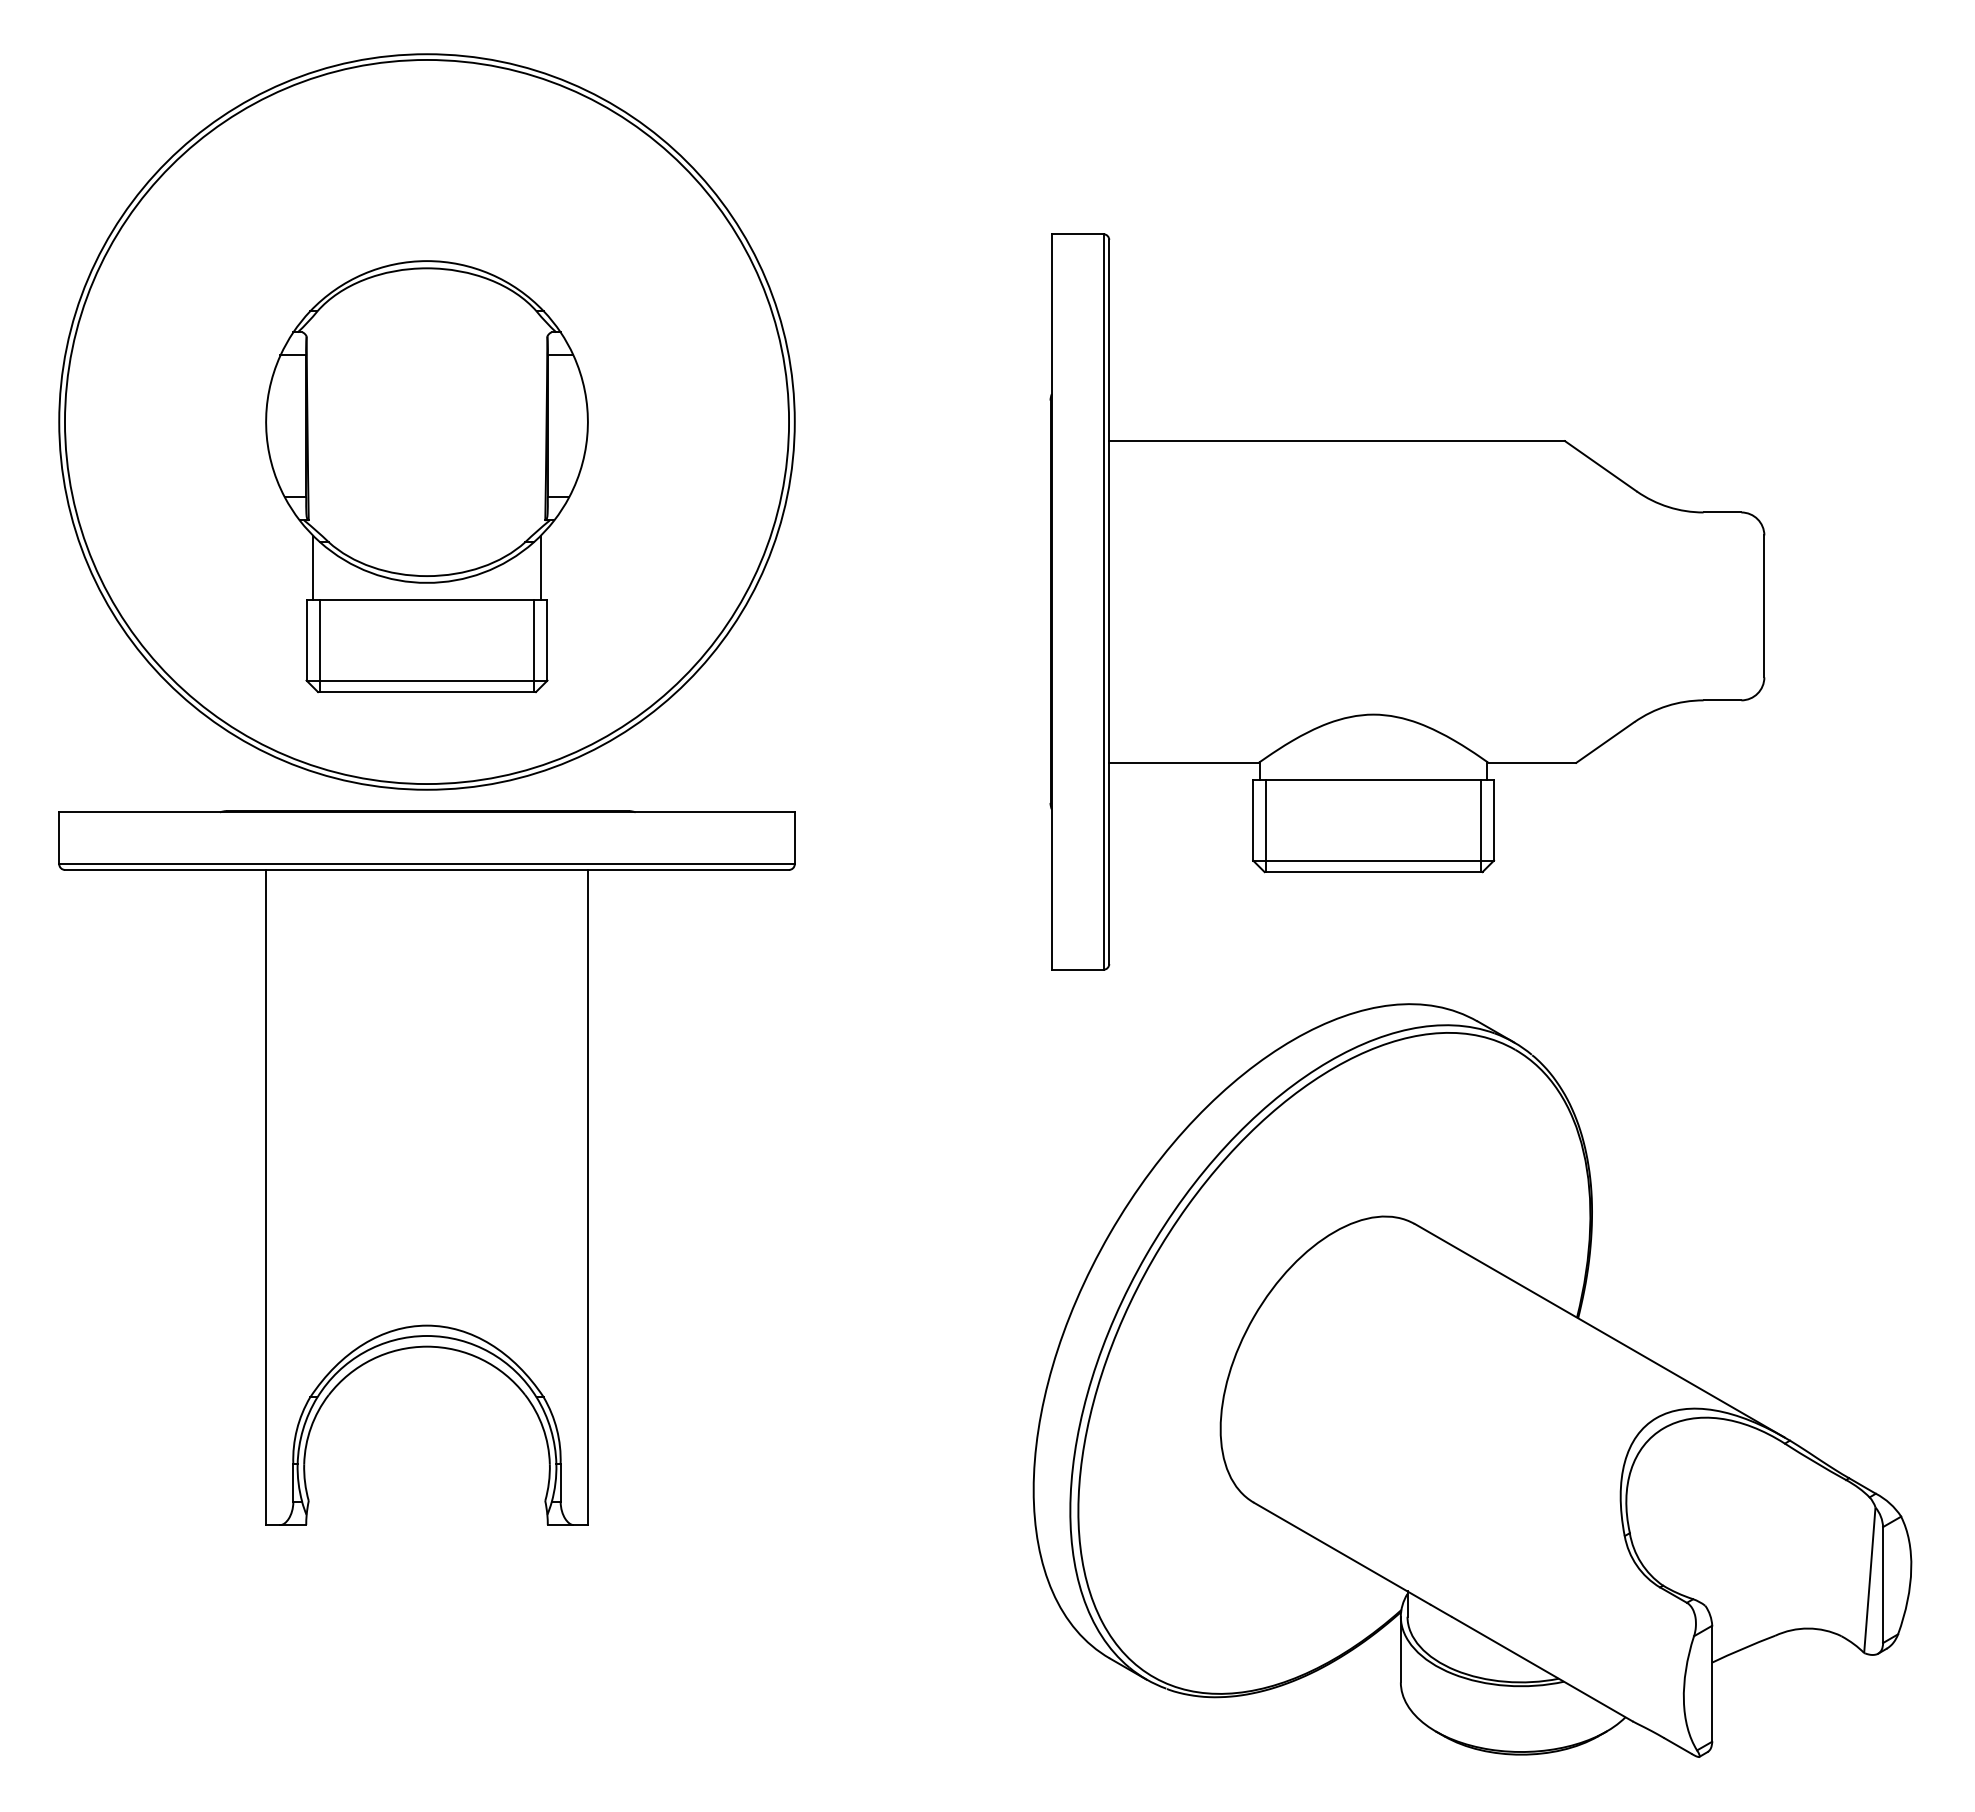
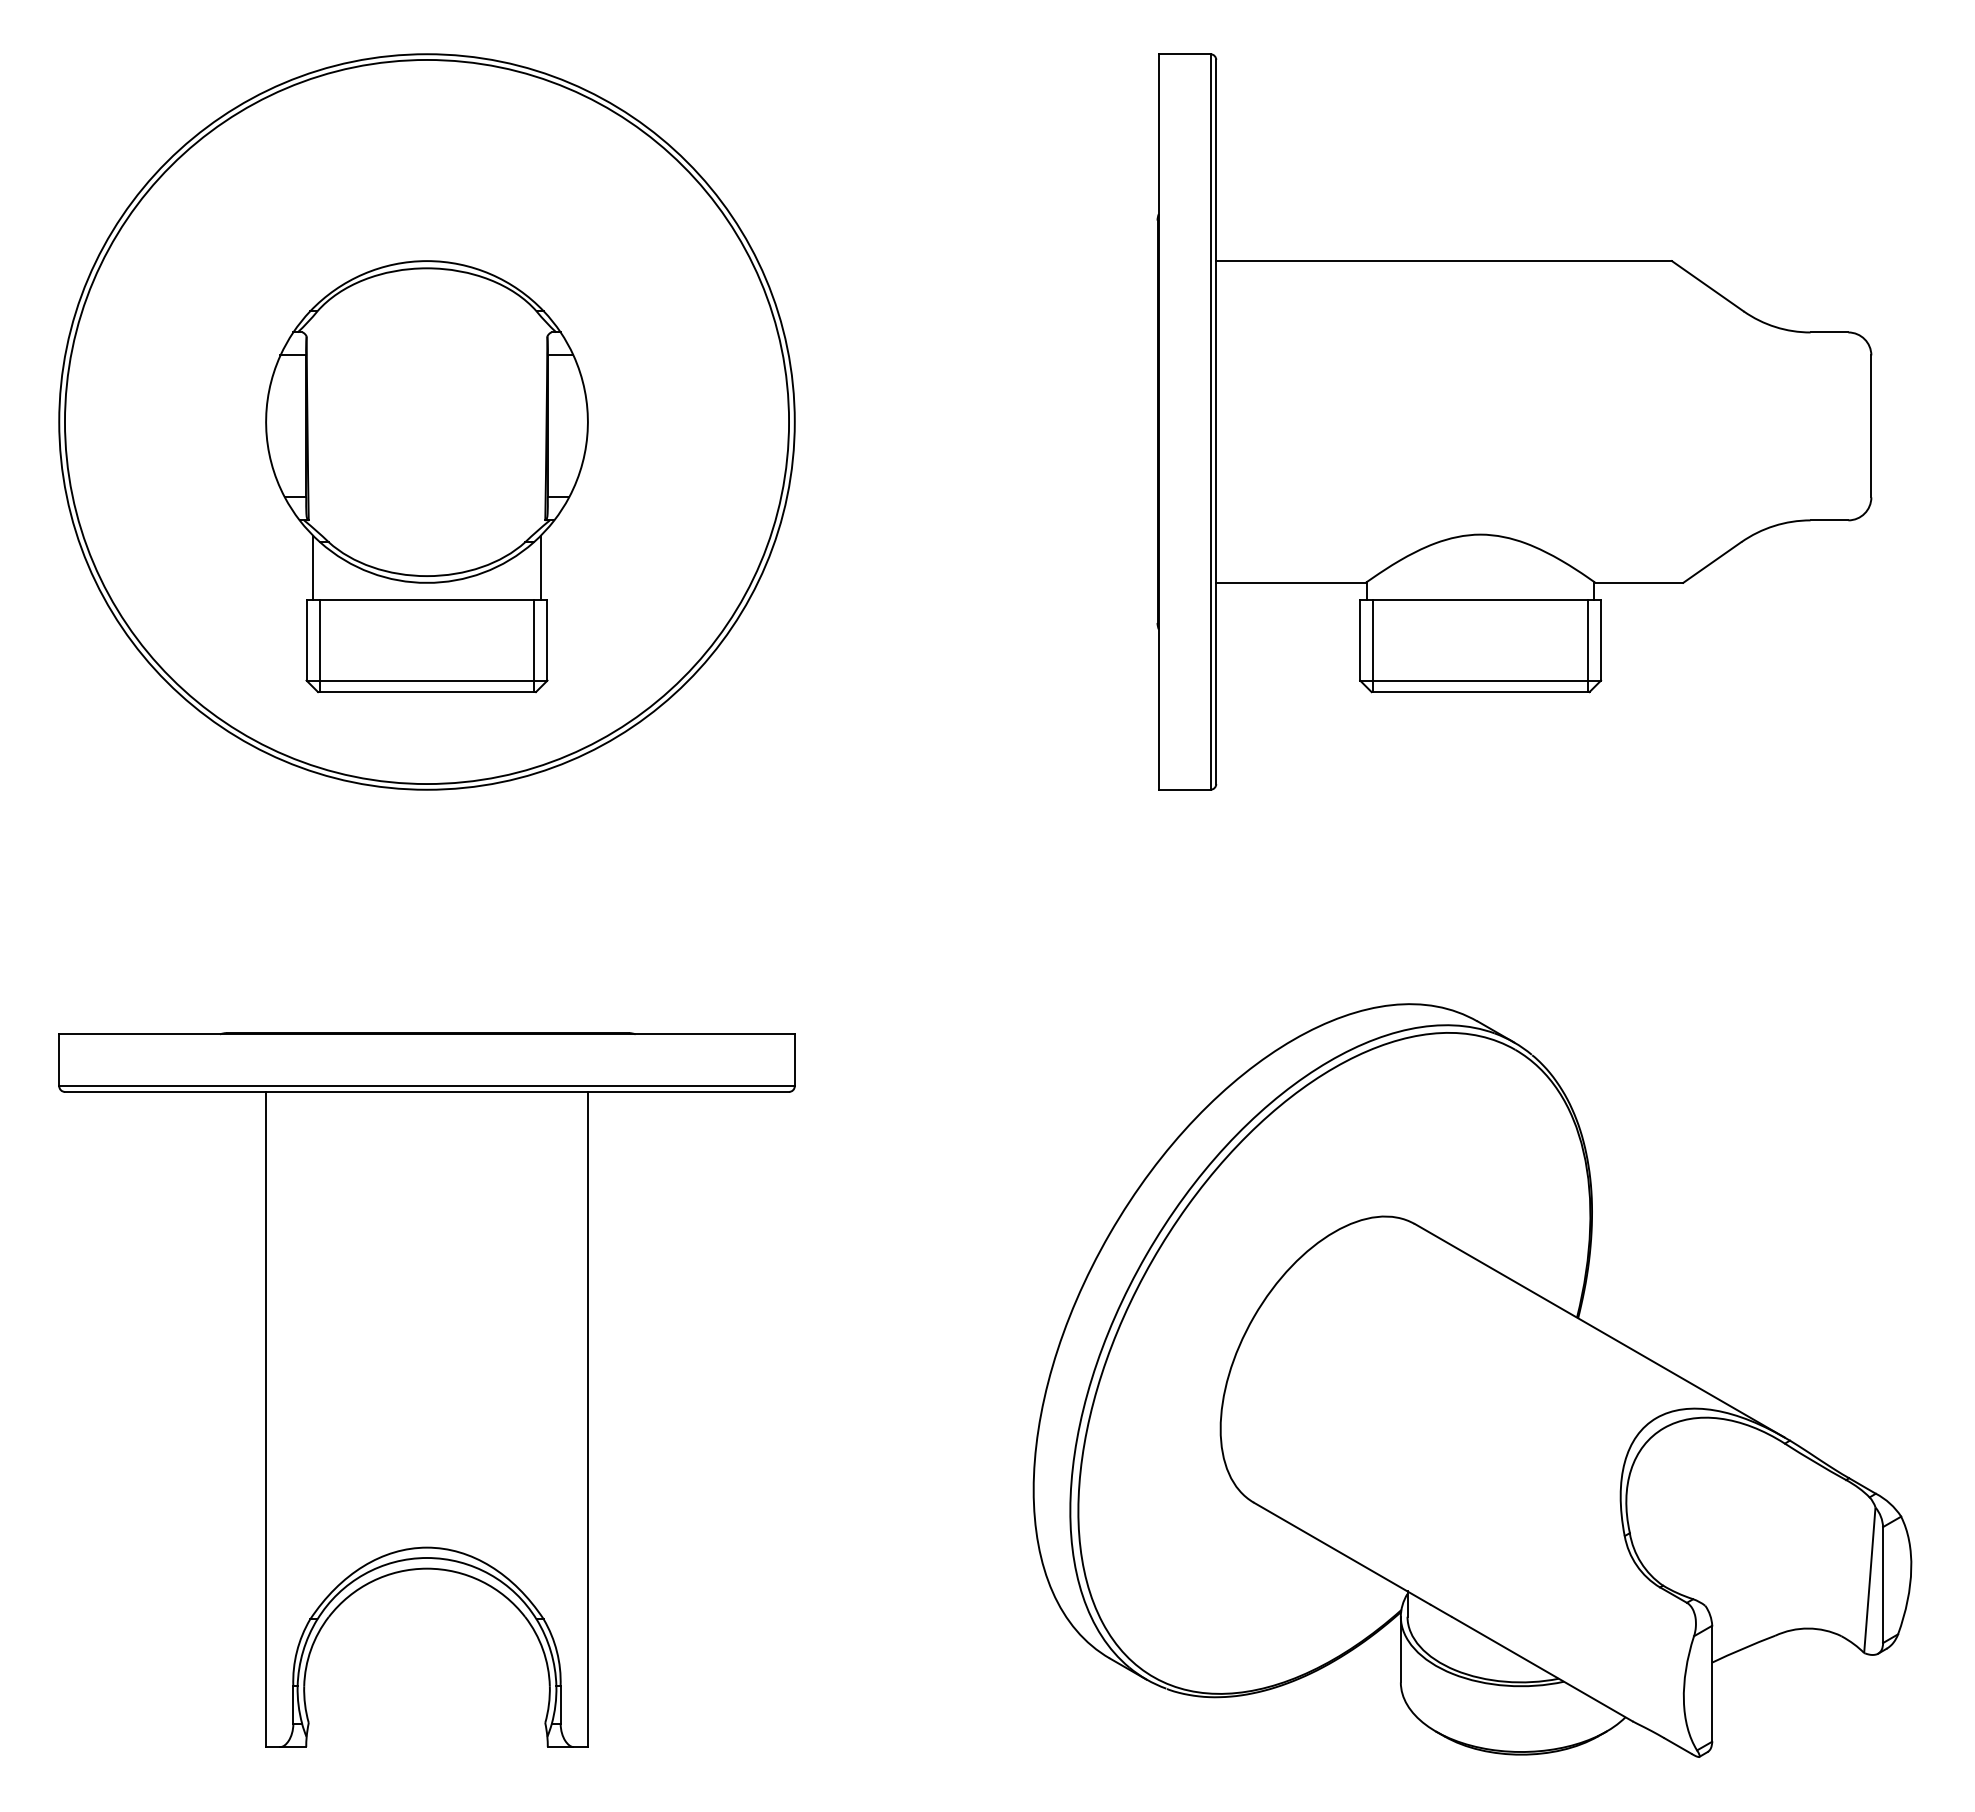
part at (1407, 601) position: (1407, 601) -> (1514, 421)
part at (426, 1167) position: (426, 1167) -> (426, 1389)
